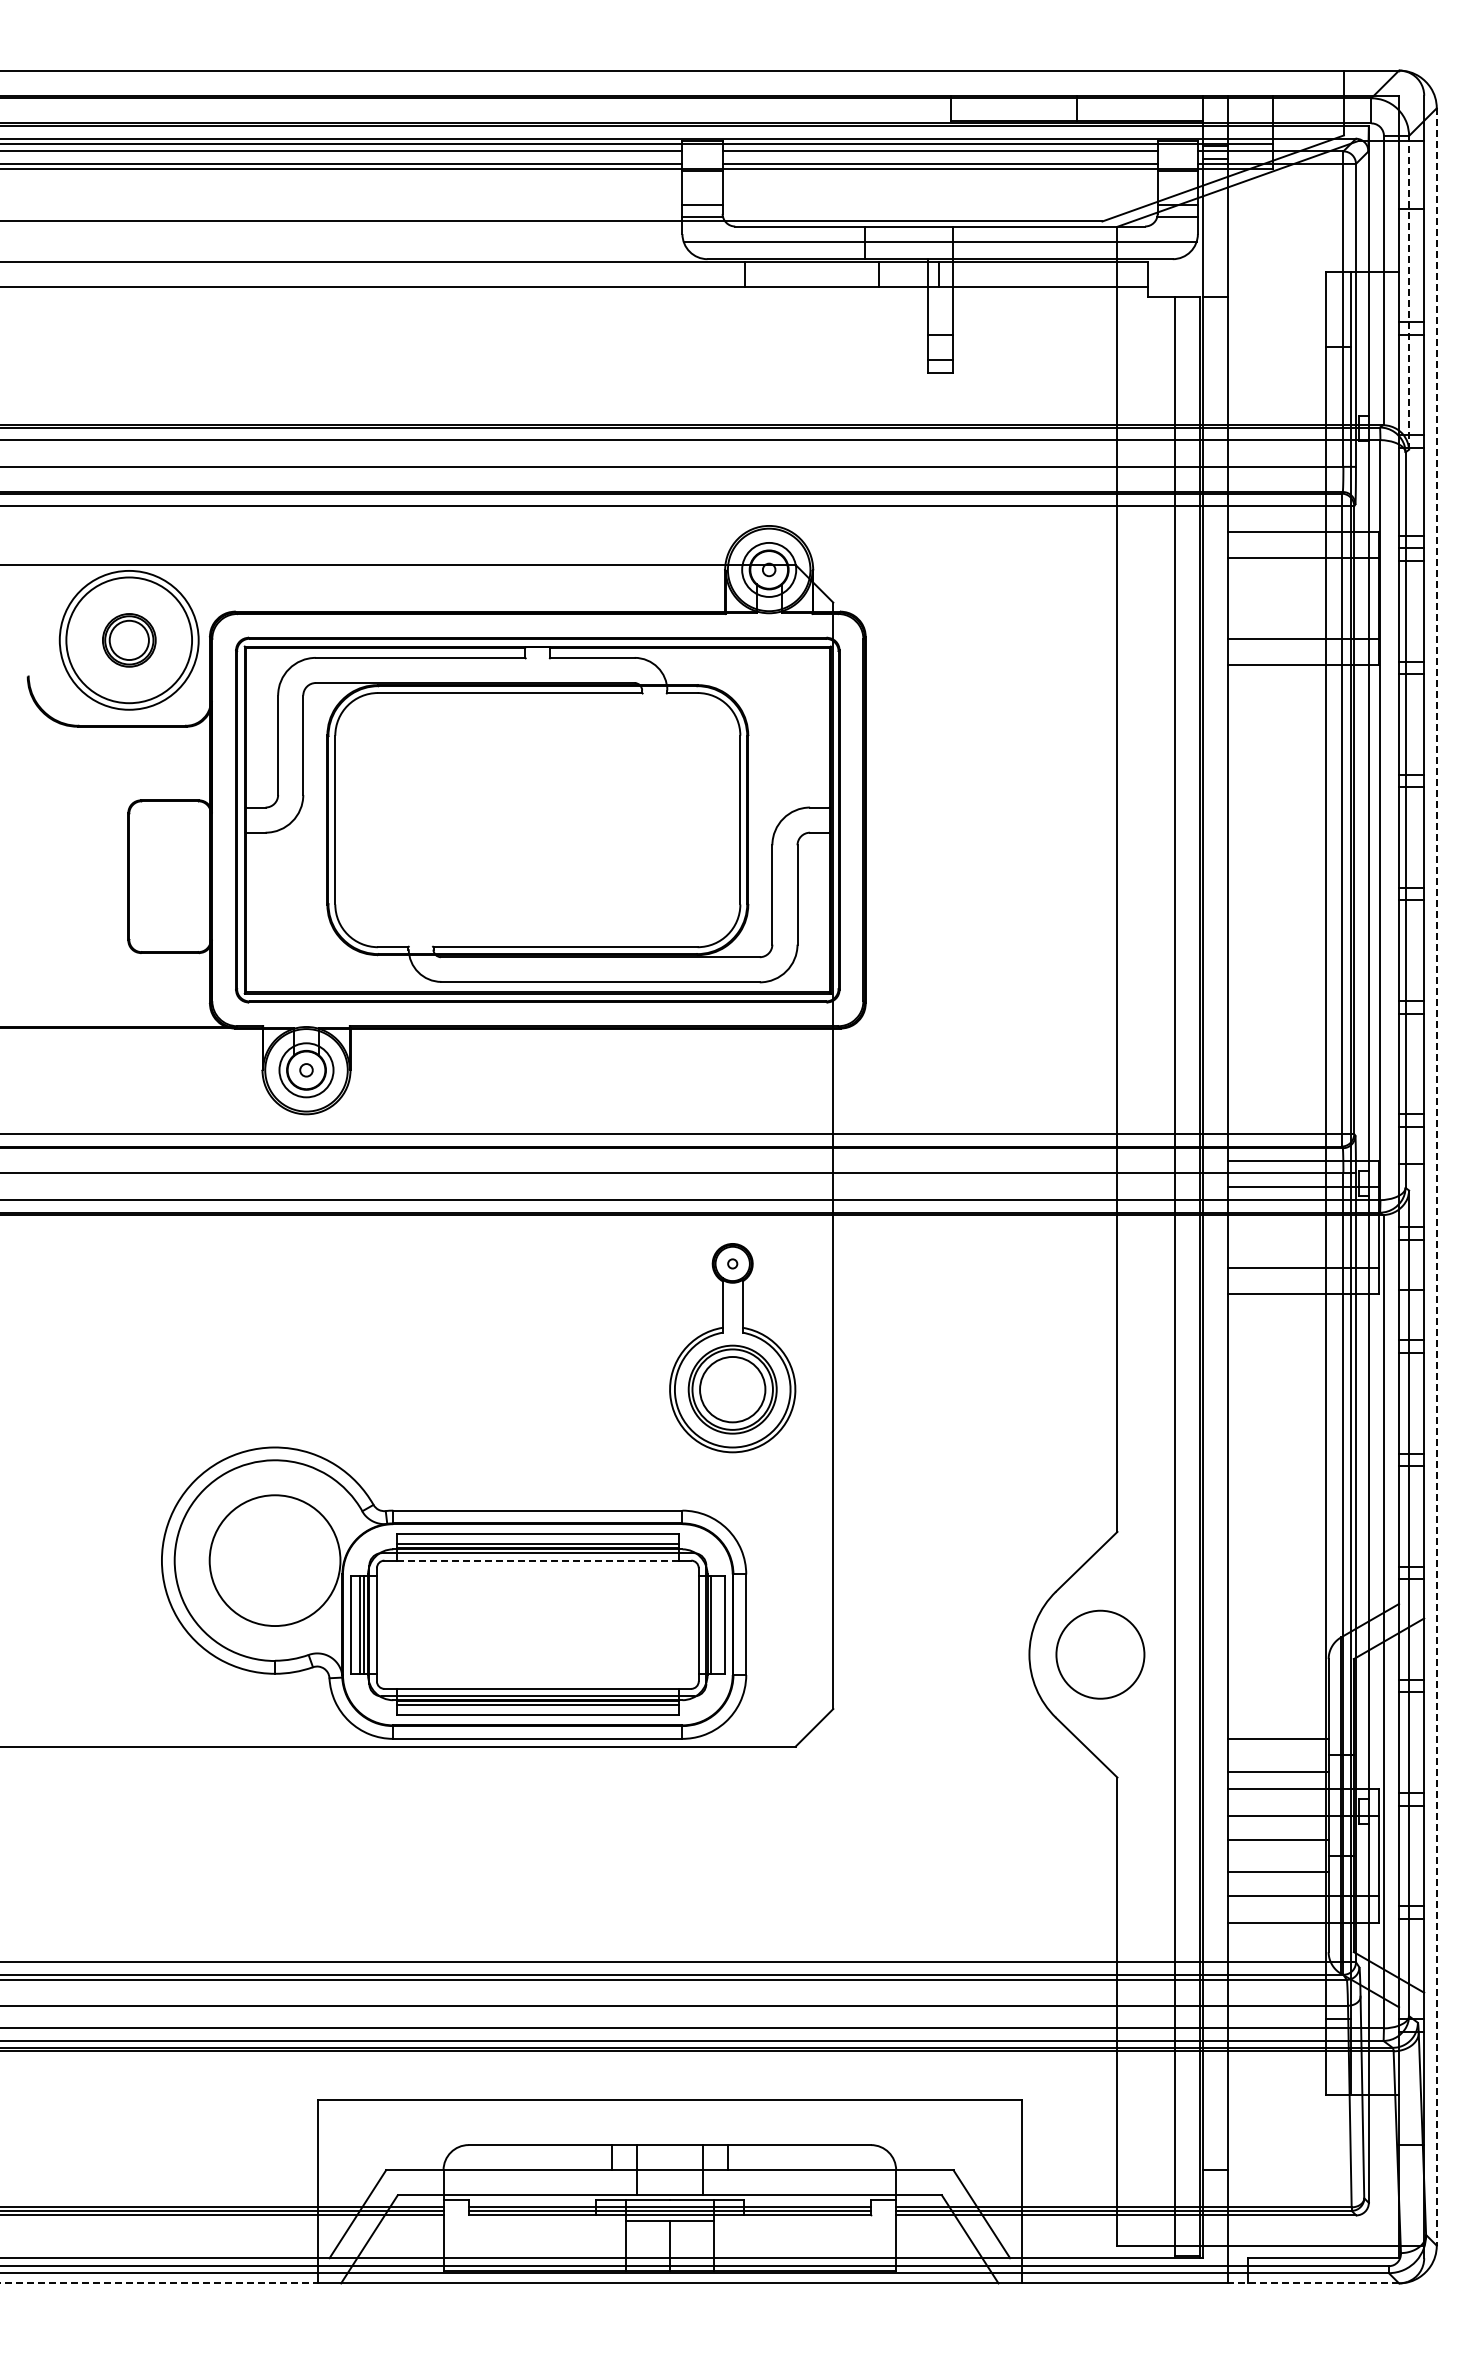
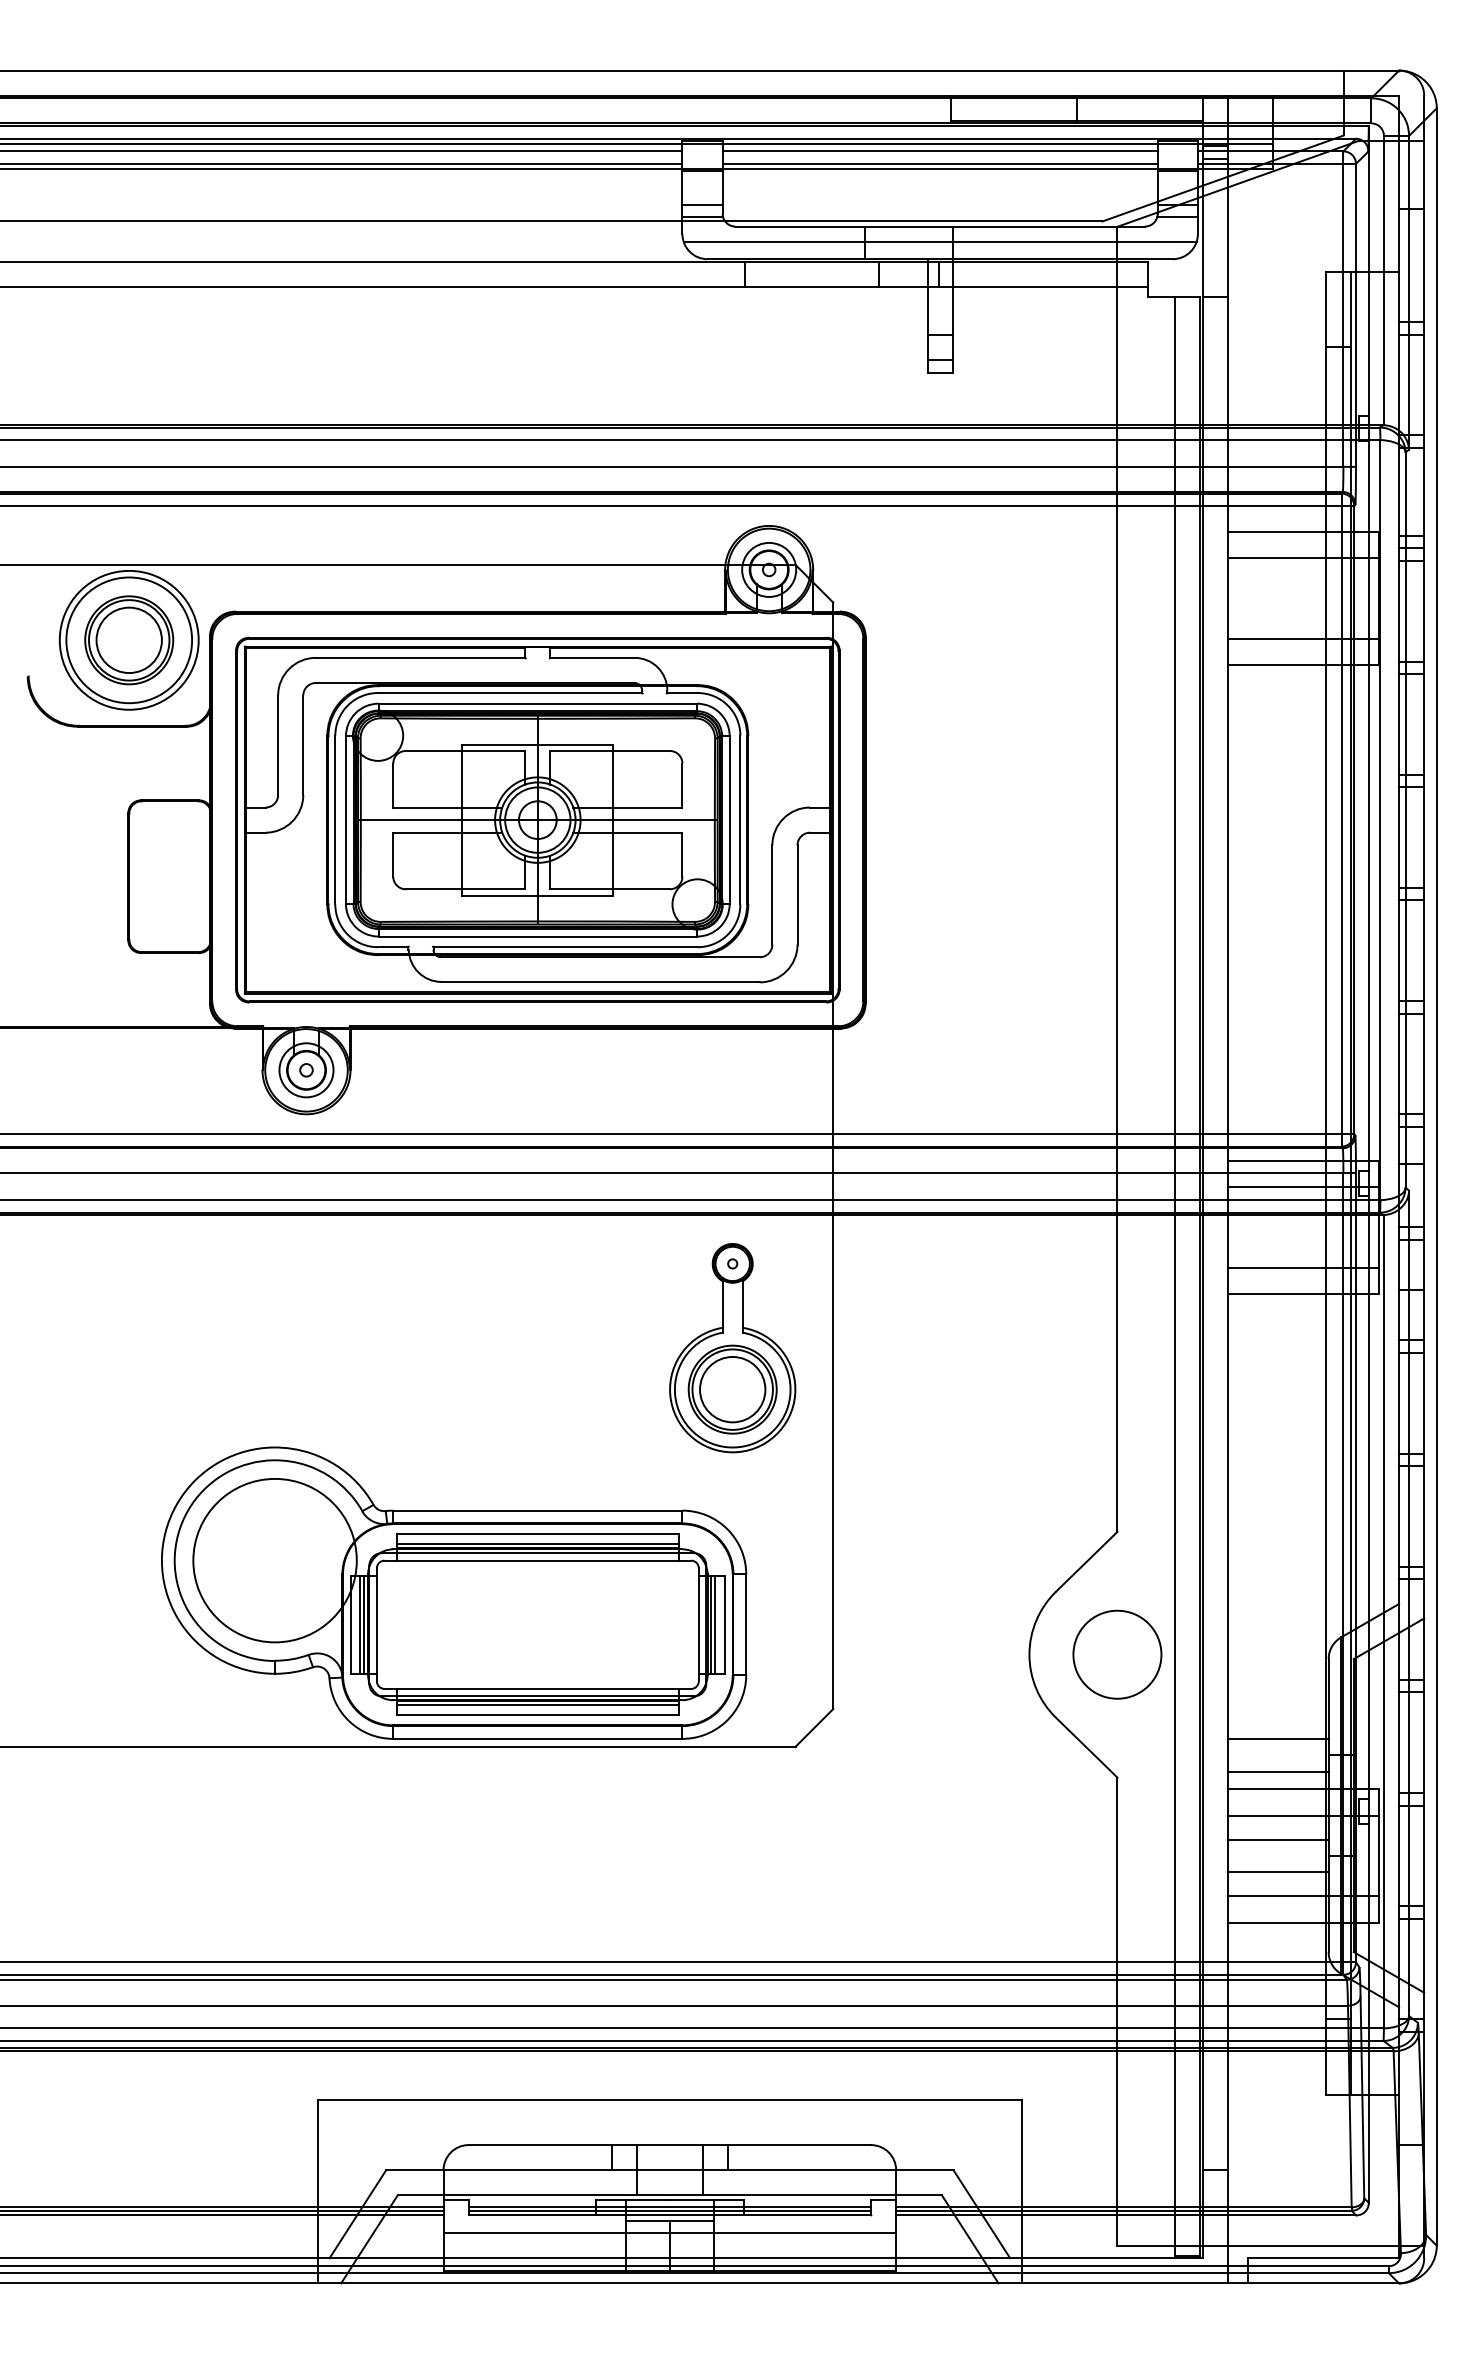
line at (1409, 292): dashed -> solid
part at (129, 640) size: 55x55 px -> 91x91 px
part at (537, 819): none -> present
line at (1436, 1176): dashed -> solid
circle at (274, 1560) diameter: 131 px -> 163 px
line at (537, 1560): dashed -> solid
line at (715, 1624): none -> present
circle at (1100, 1654) position: (1100, 1654) -> (1117, 1654)
line at (669, 2233): none -> present
line at (159, 2283): dashed -> solid
line at (1313, 2283): dashed -> solid
